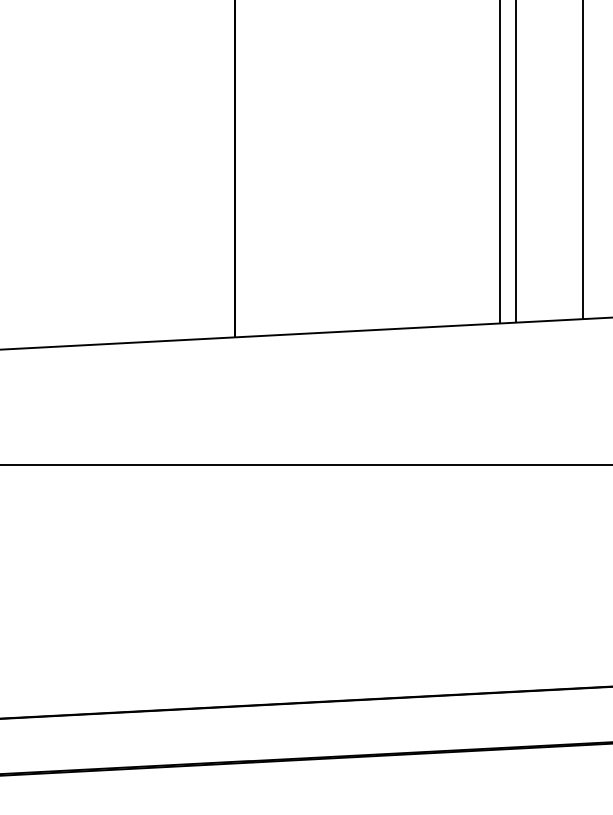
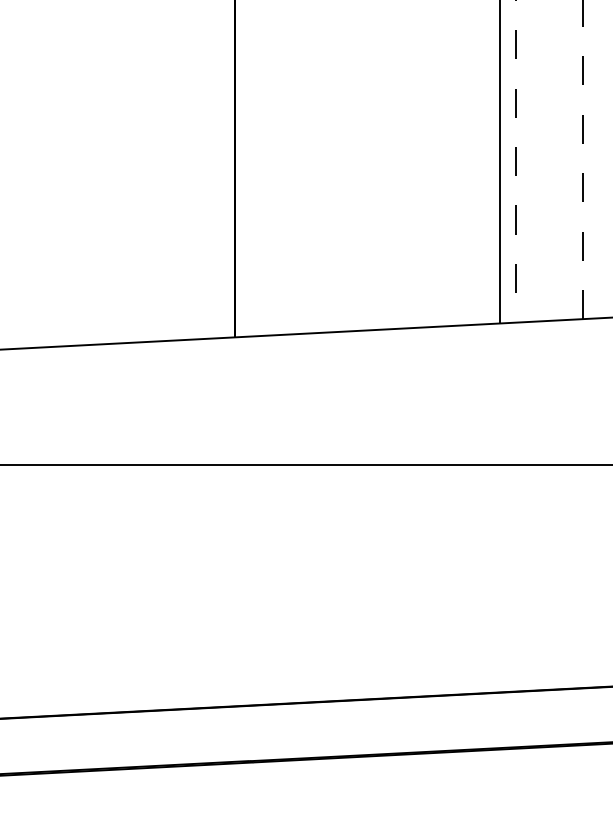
line at (583, 159): solid -> dashed
line at (515, 161): solid -> dashed
